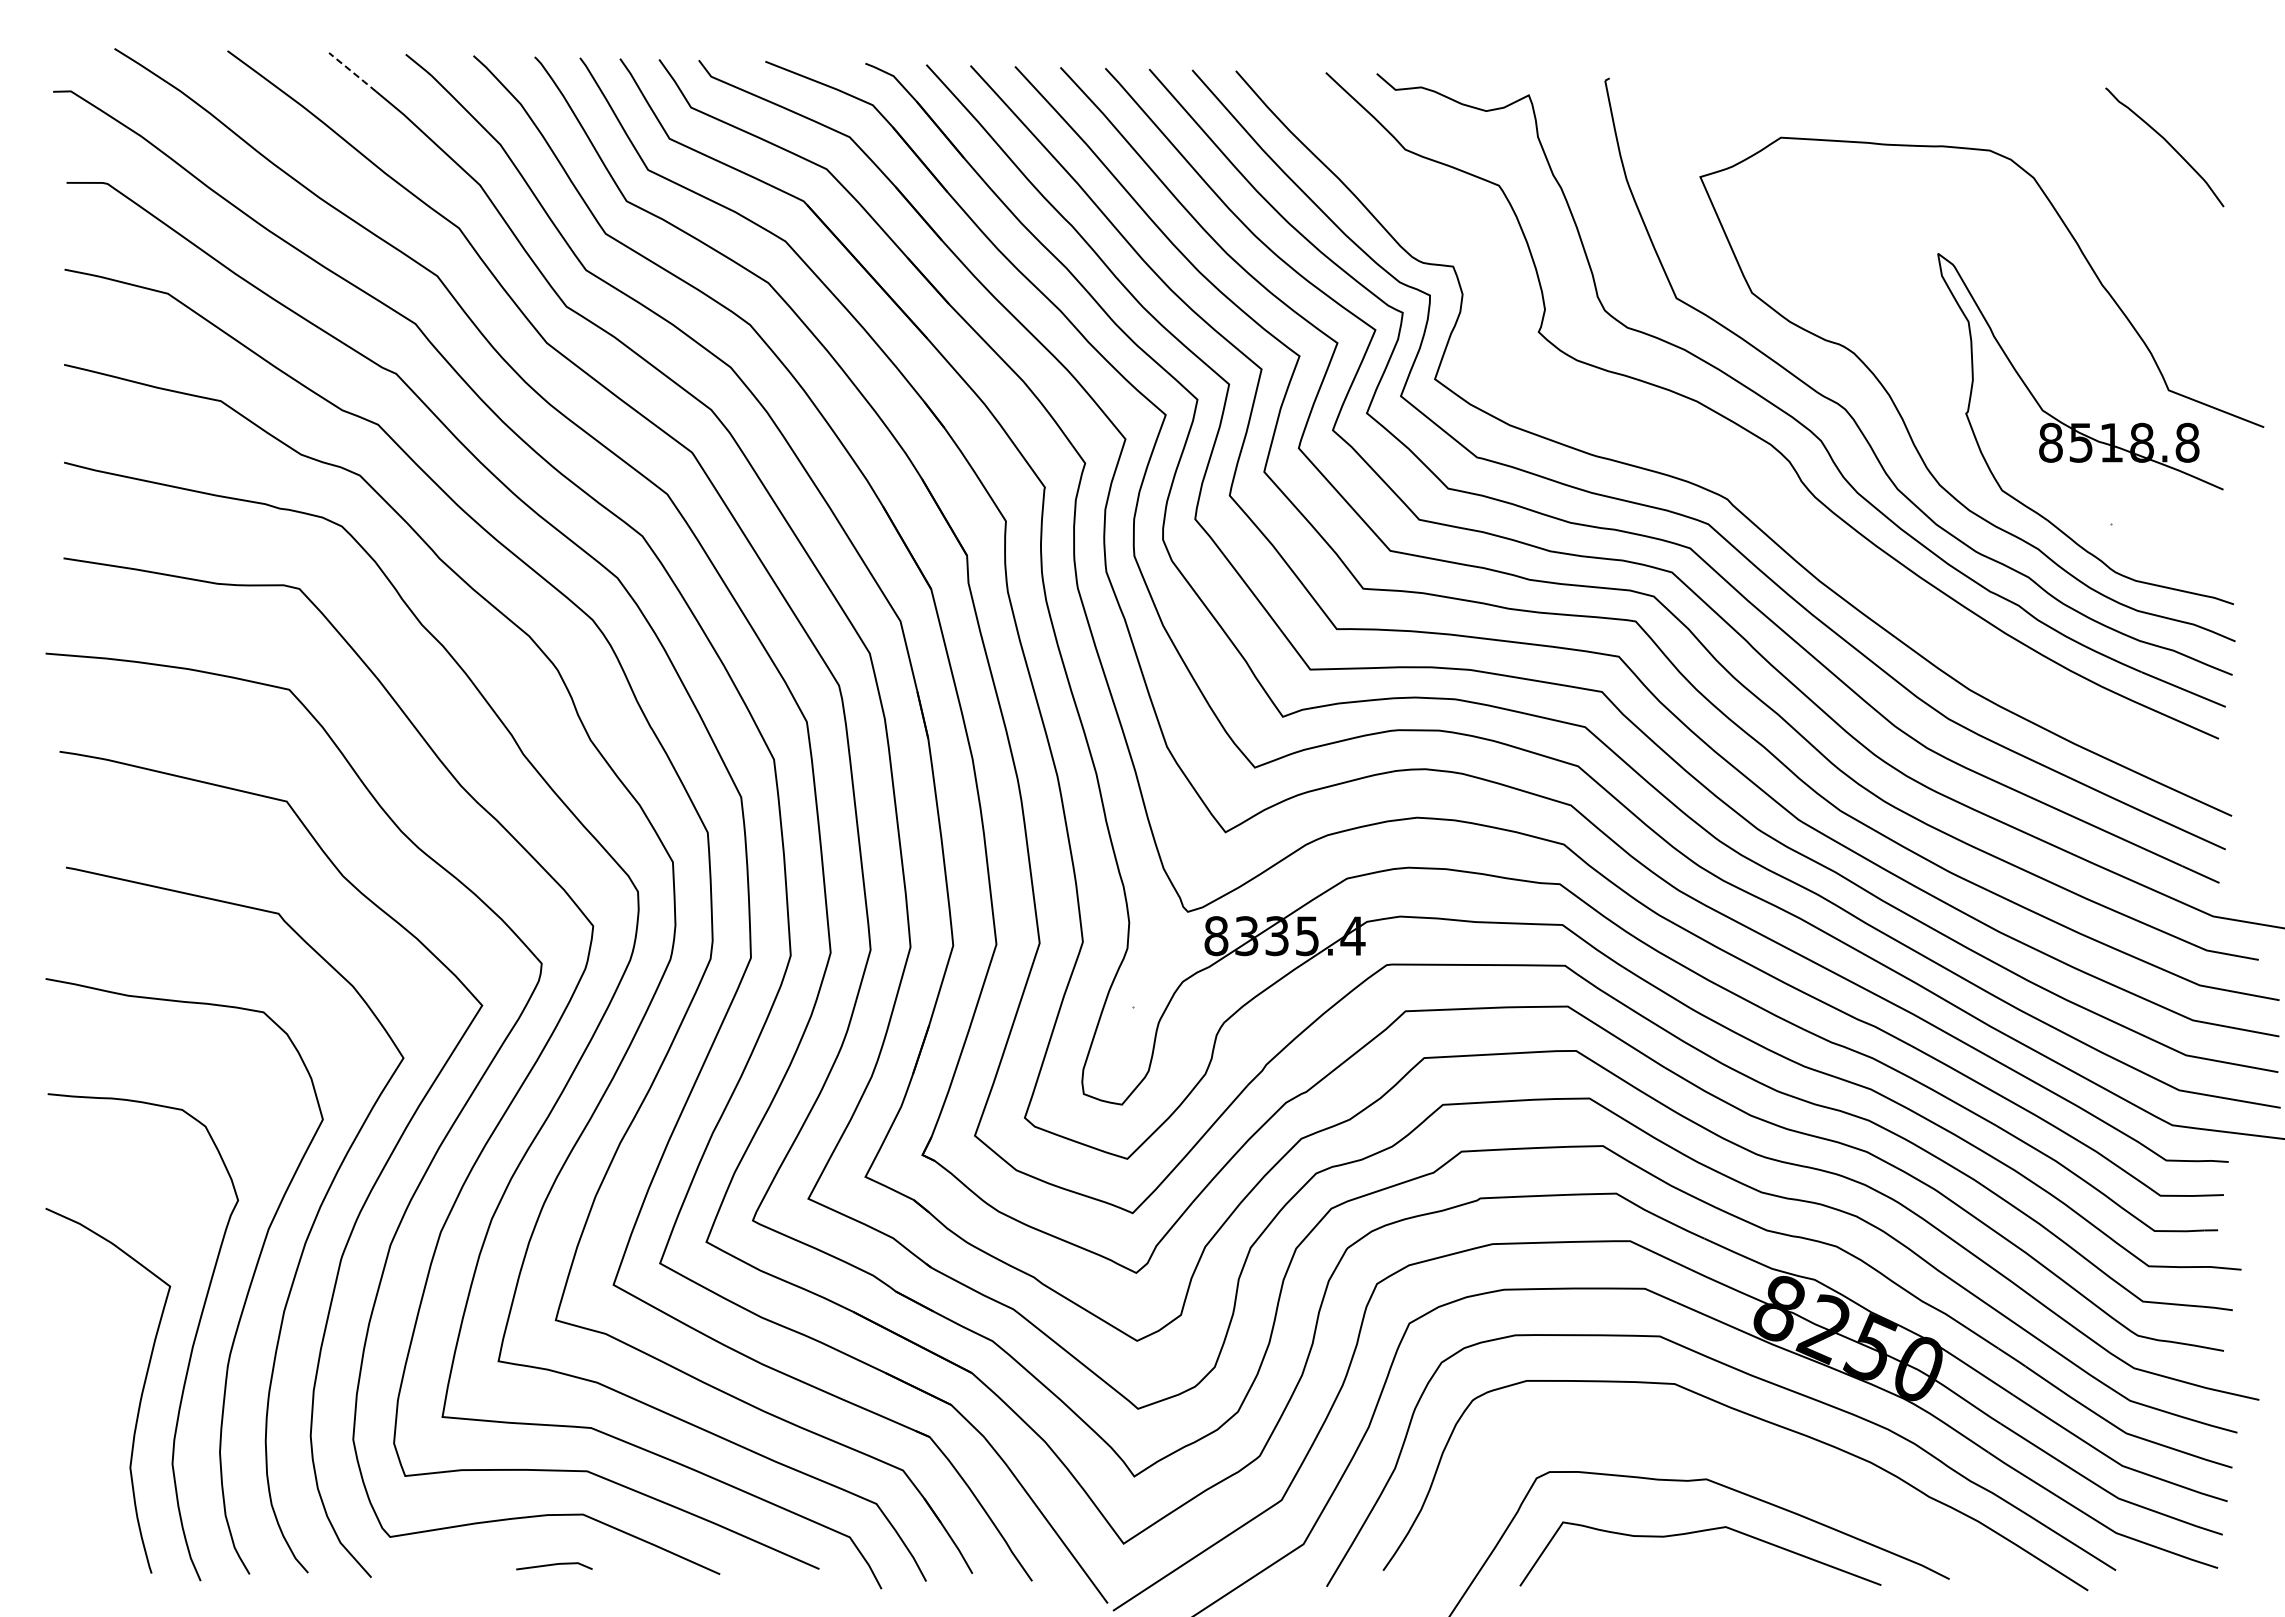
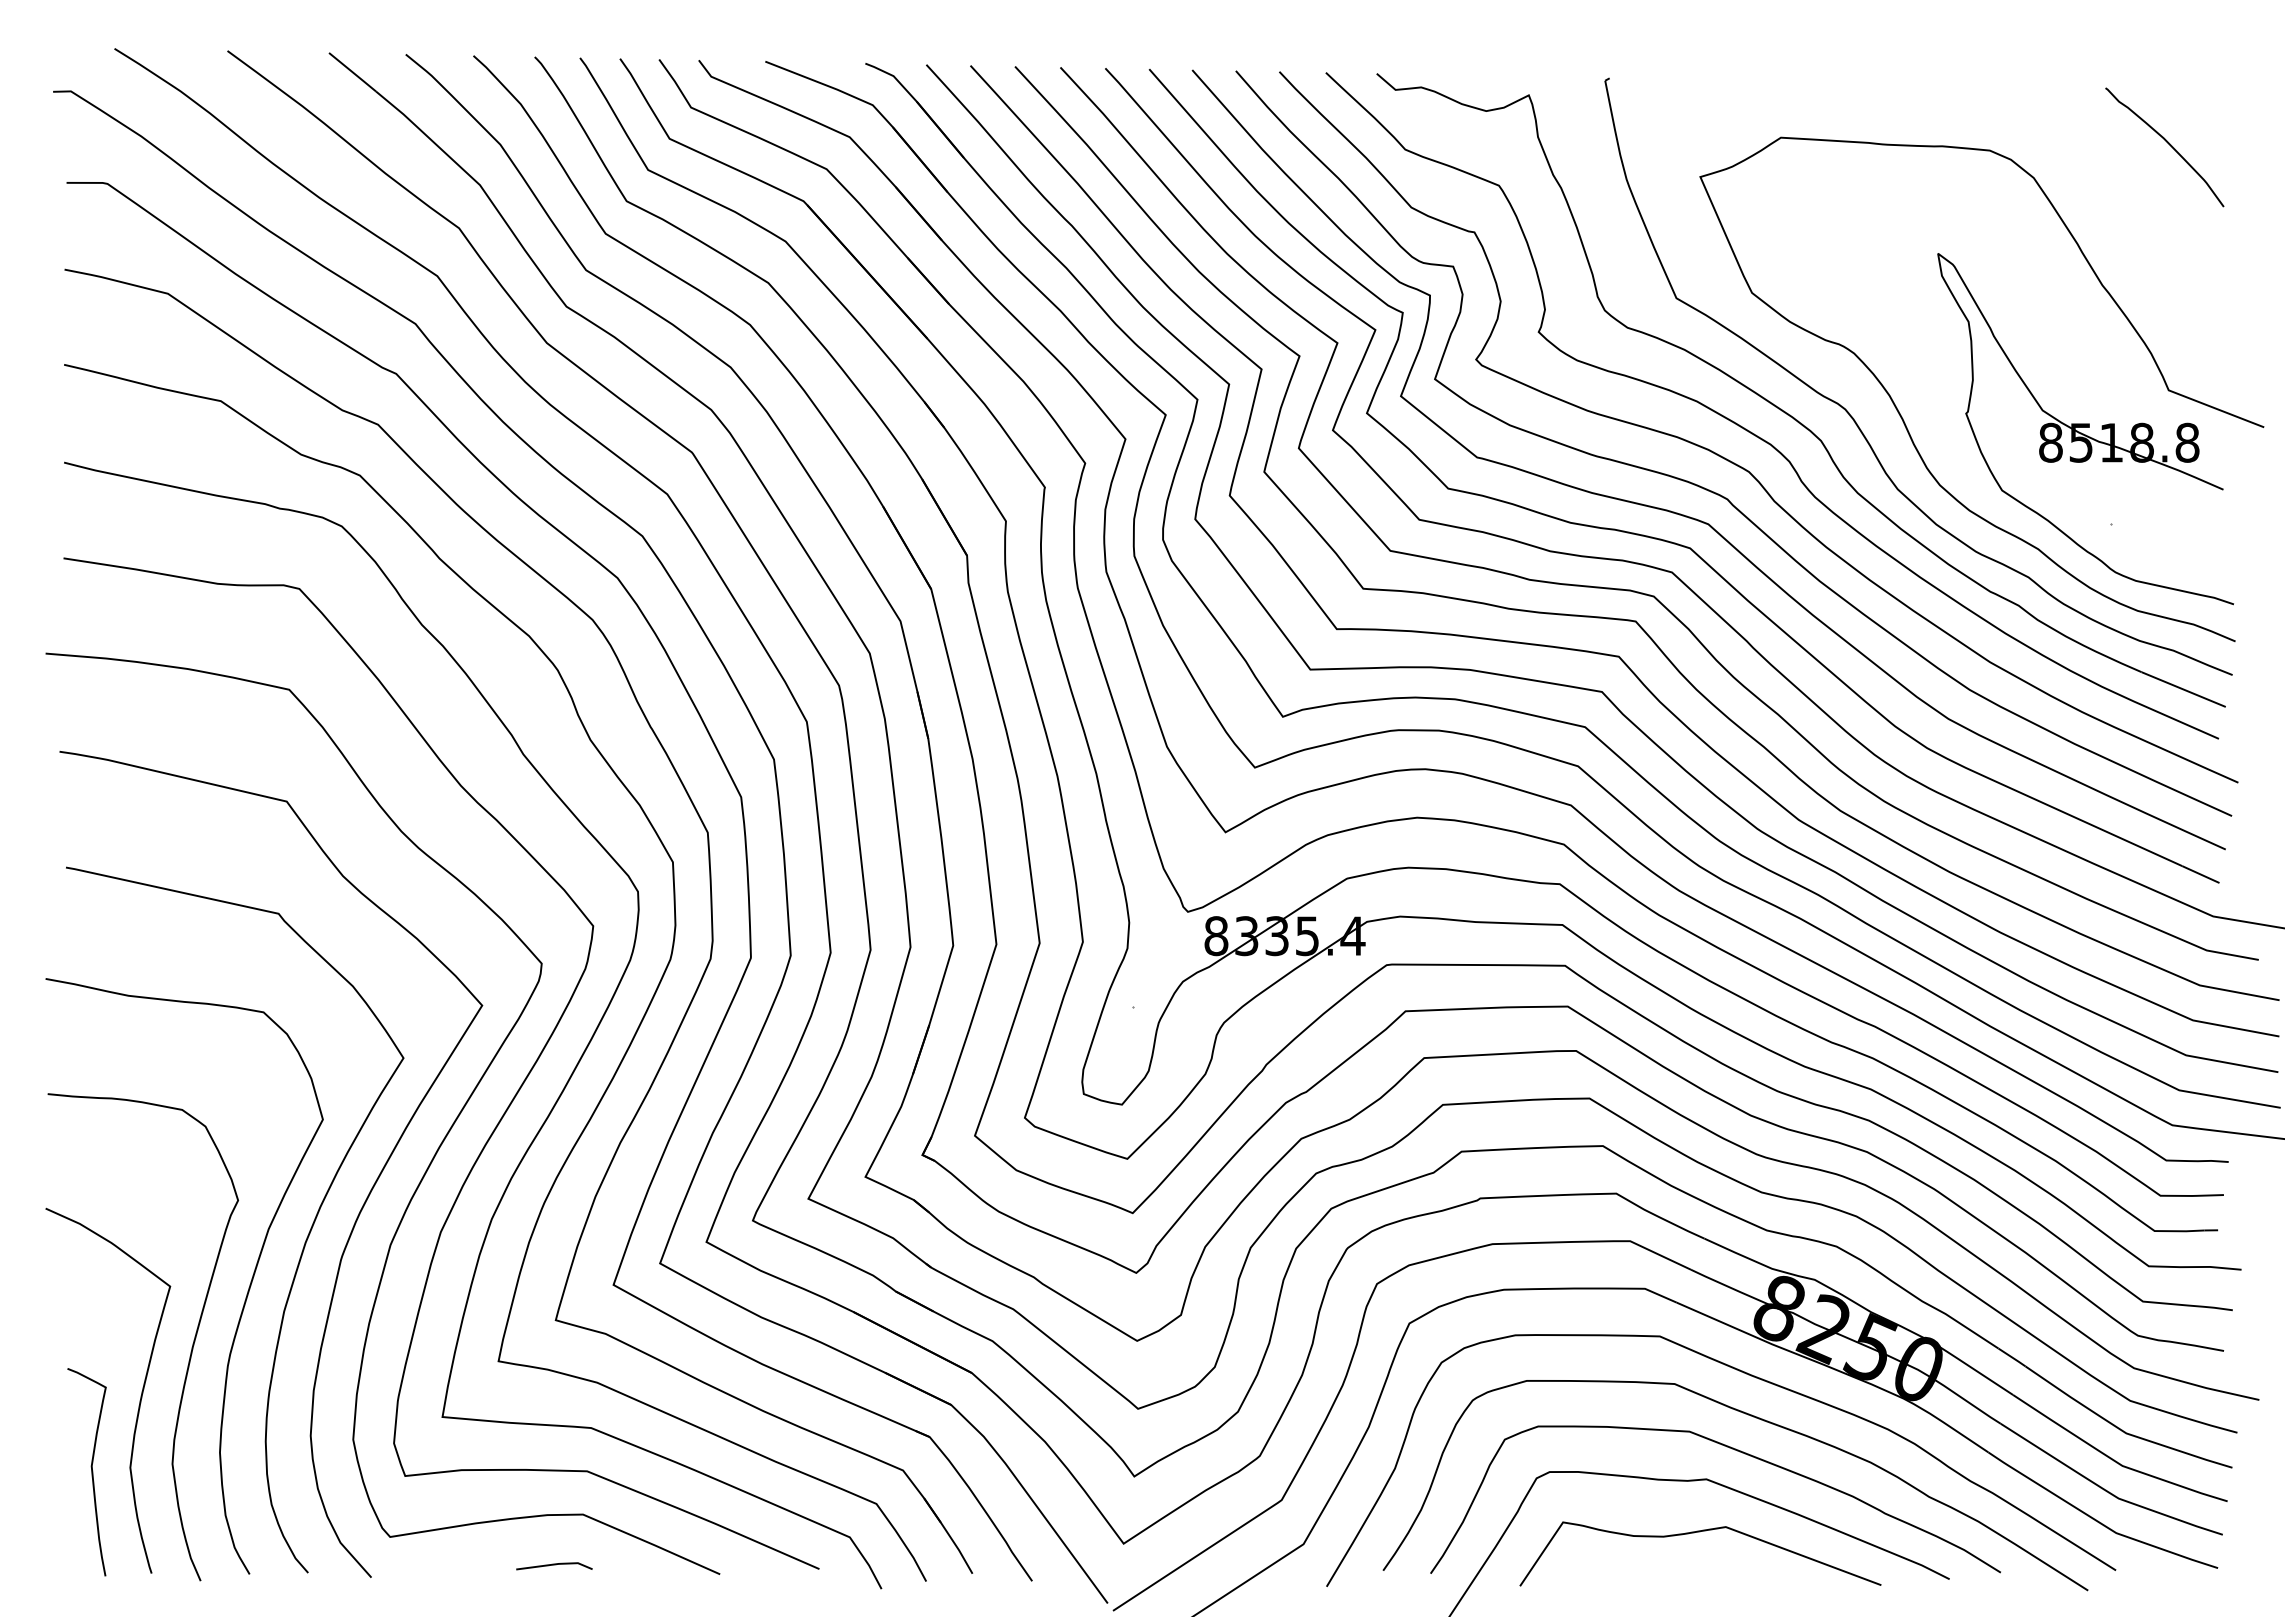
line at (352, 72): dashed -> solid
curve at (1738, 464): none -> present
curve at (1734, 1450): none -> present
curve at (91, 1472): none -> present
